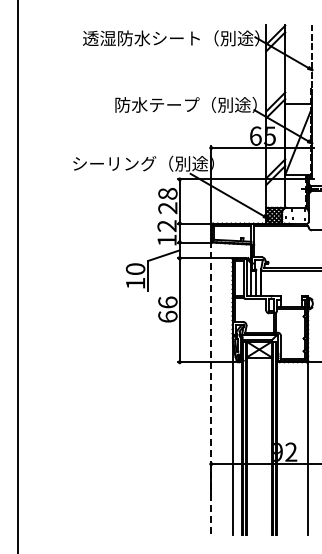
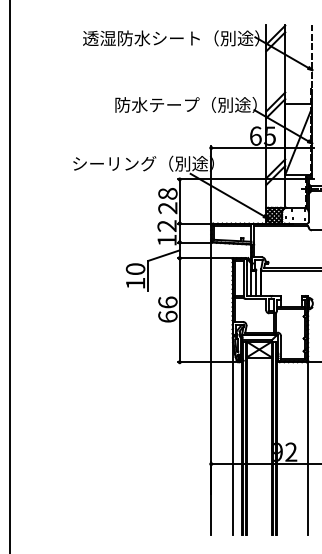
line at (17, 276) position: (17, 276) -> (9, 276)
line at (211, 387): dashed -> solid
